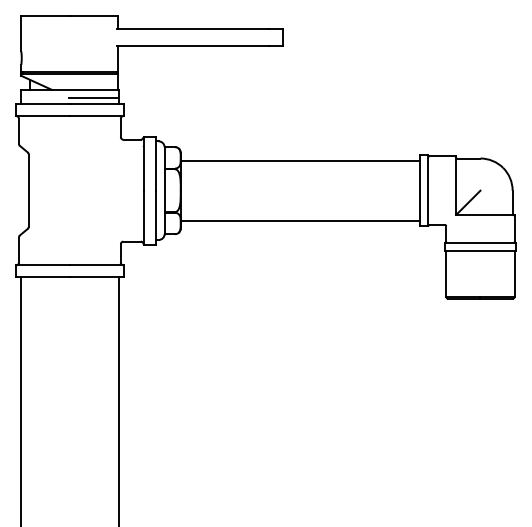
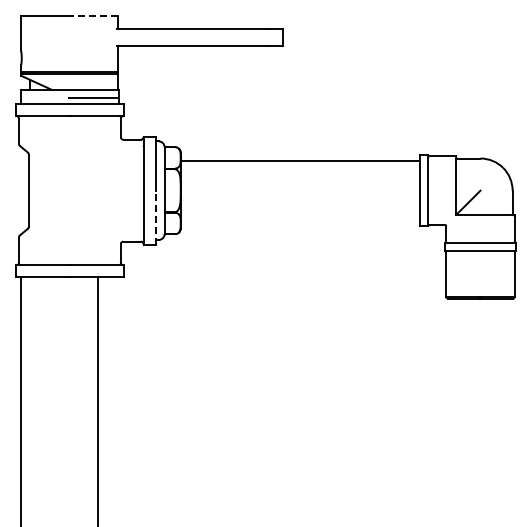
line at (93, 15): solid -> dashed
line at (155, 217): solid -> dashed
line at (300, 220): present -> none
line at (119, 400) position: (119, 400) -> (98, 400)
